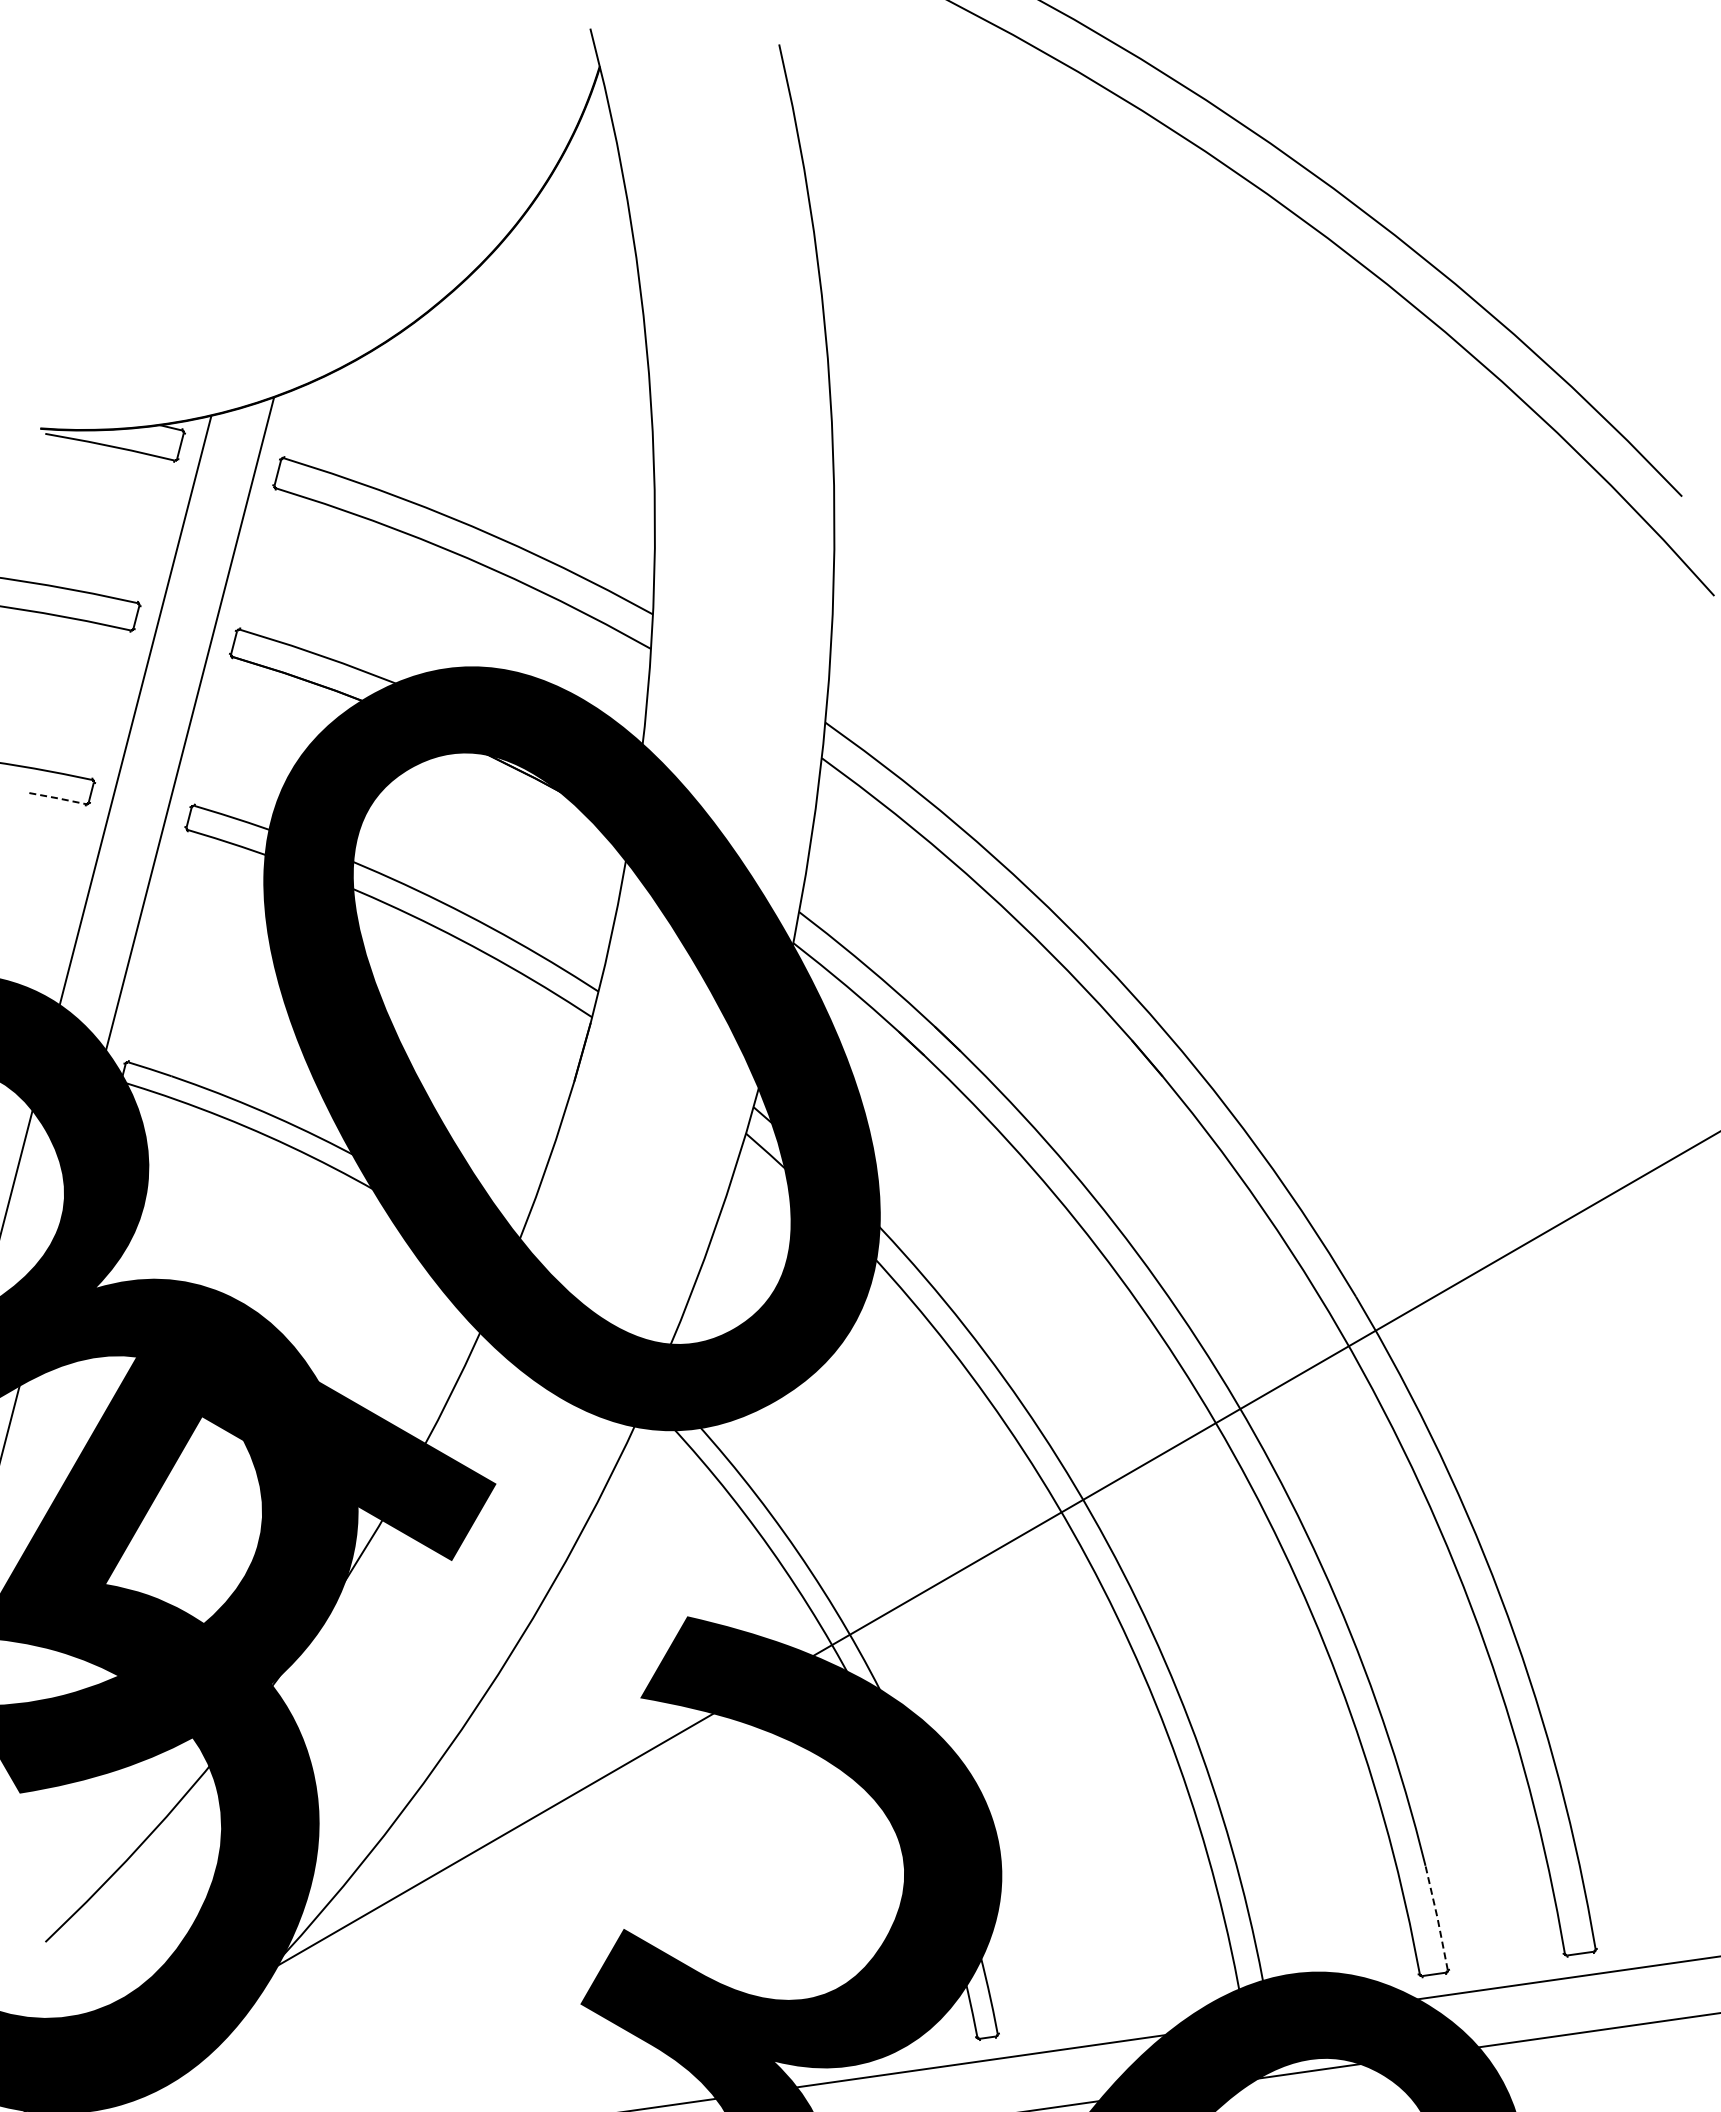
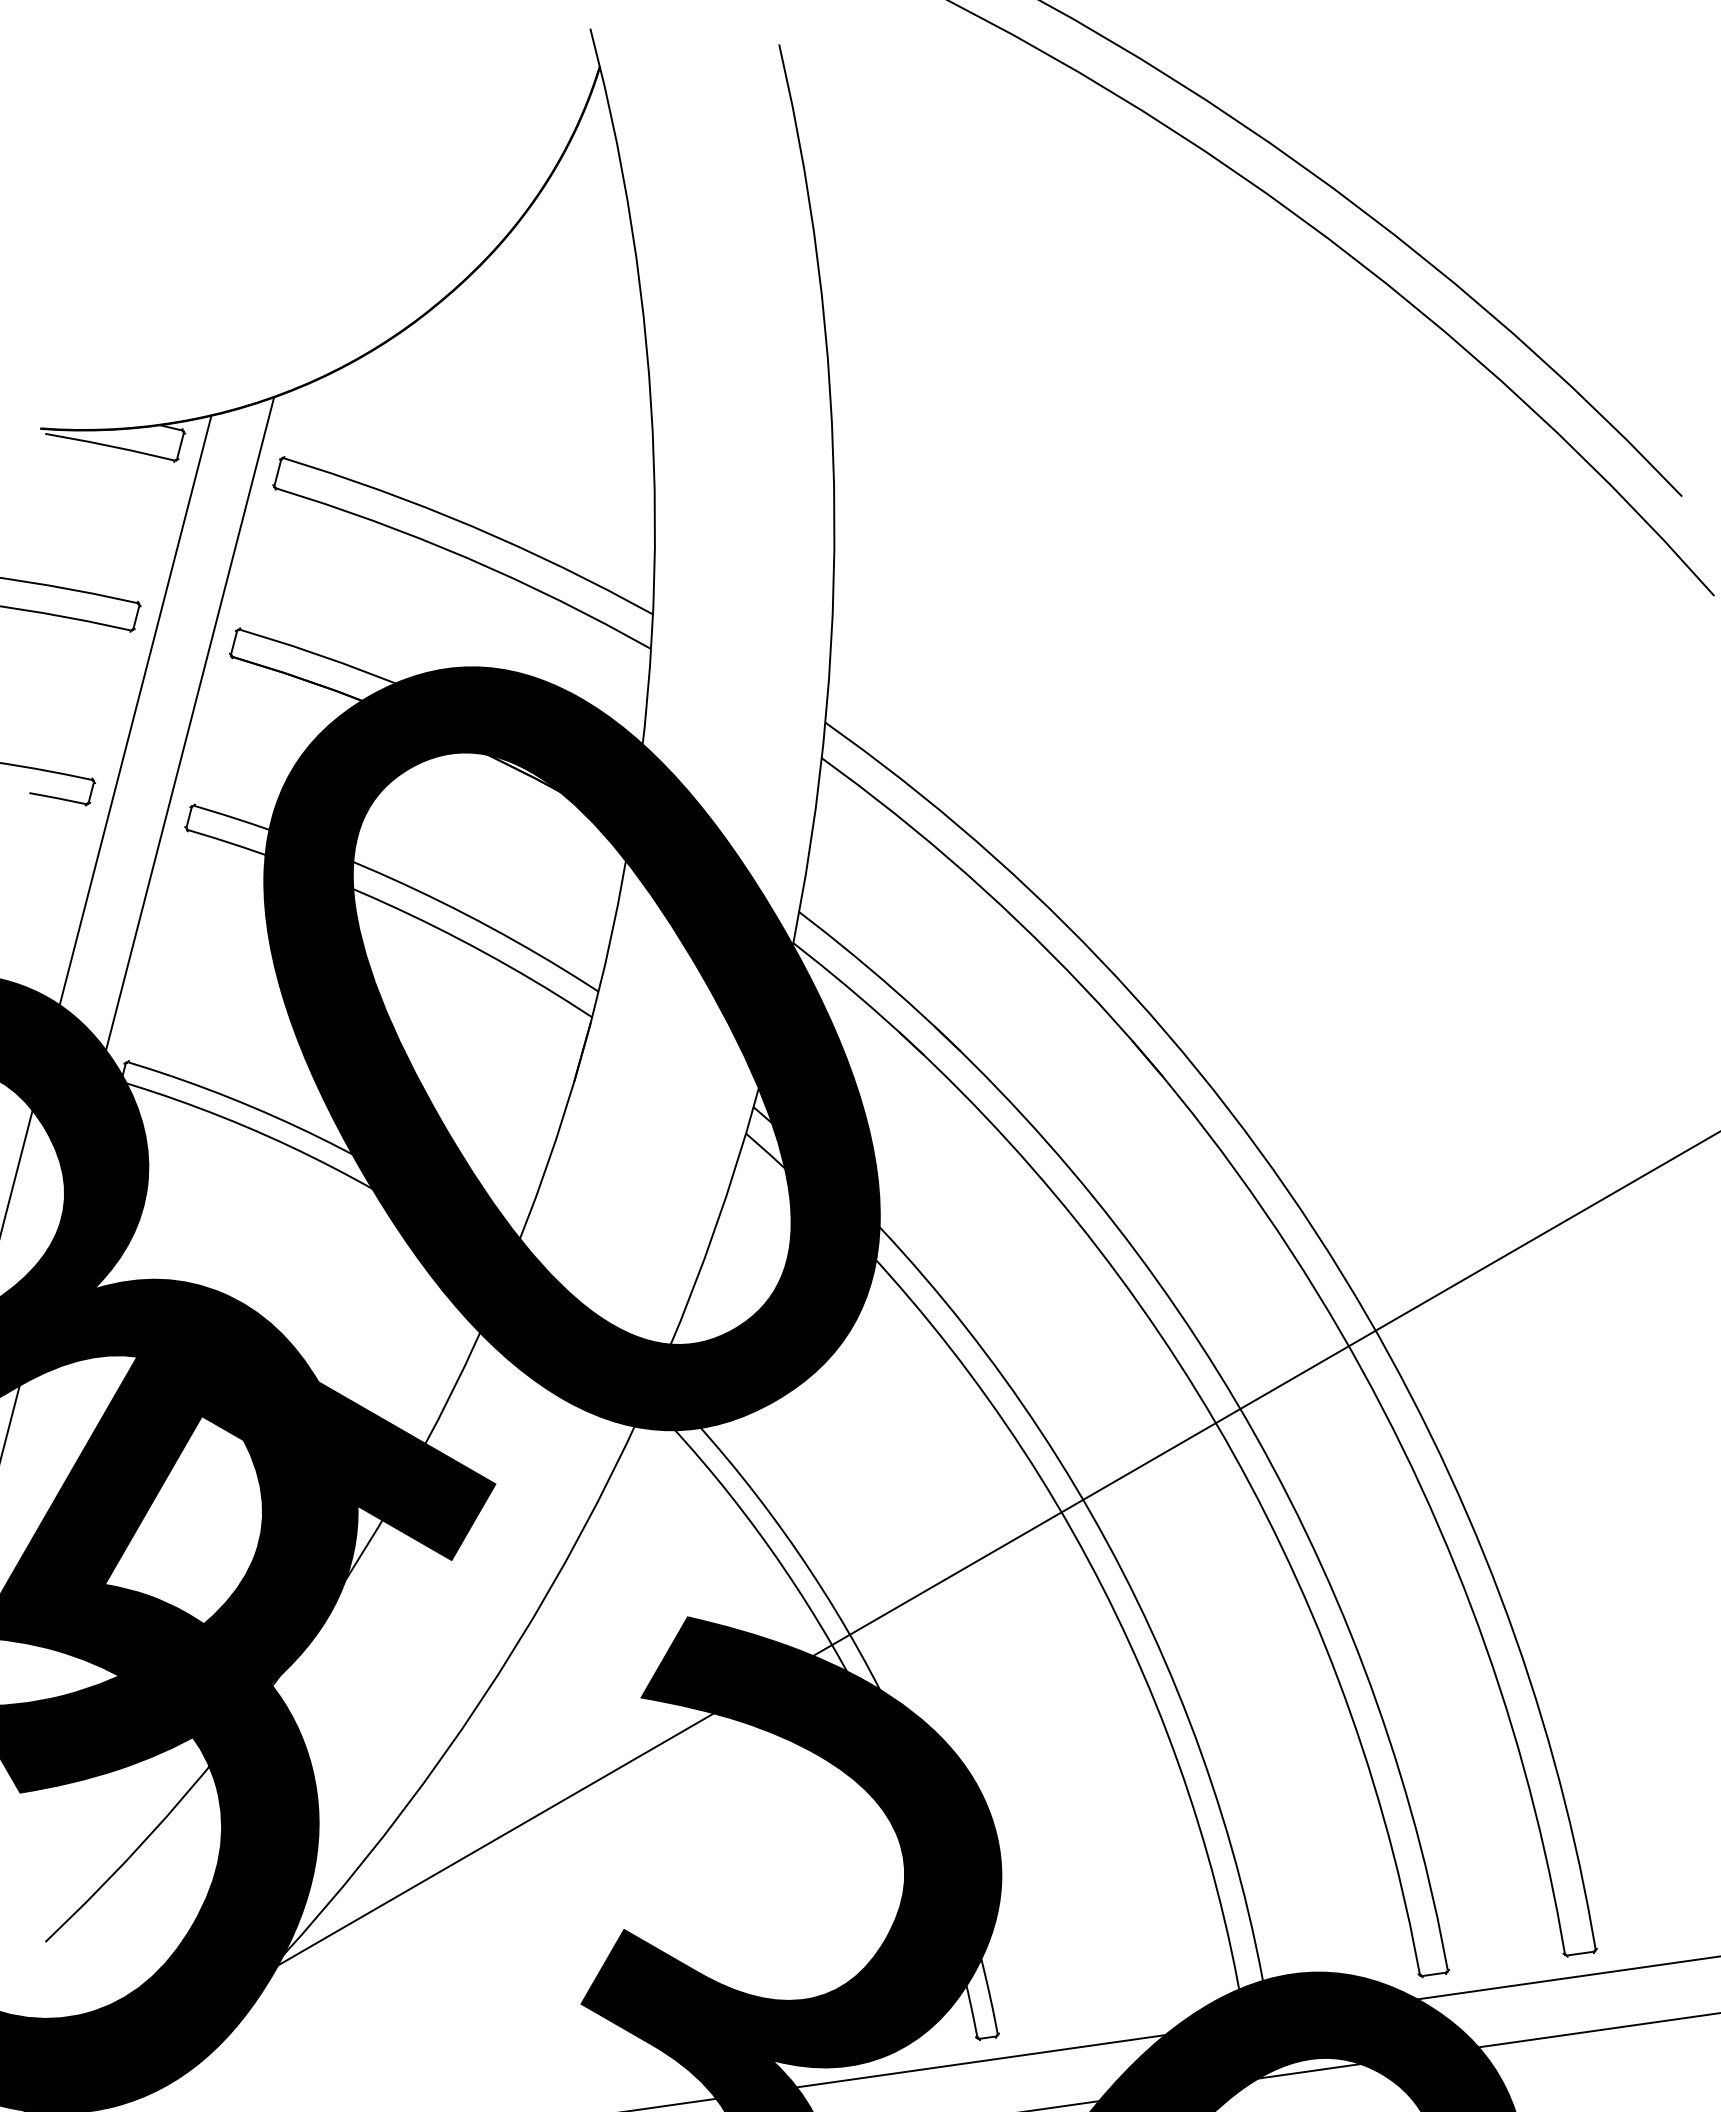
line at (57, 798): dashed -> solid
line at (1437, 1917): dashed -> solid
